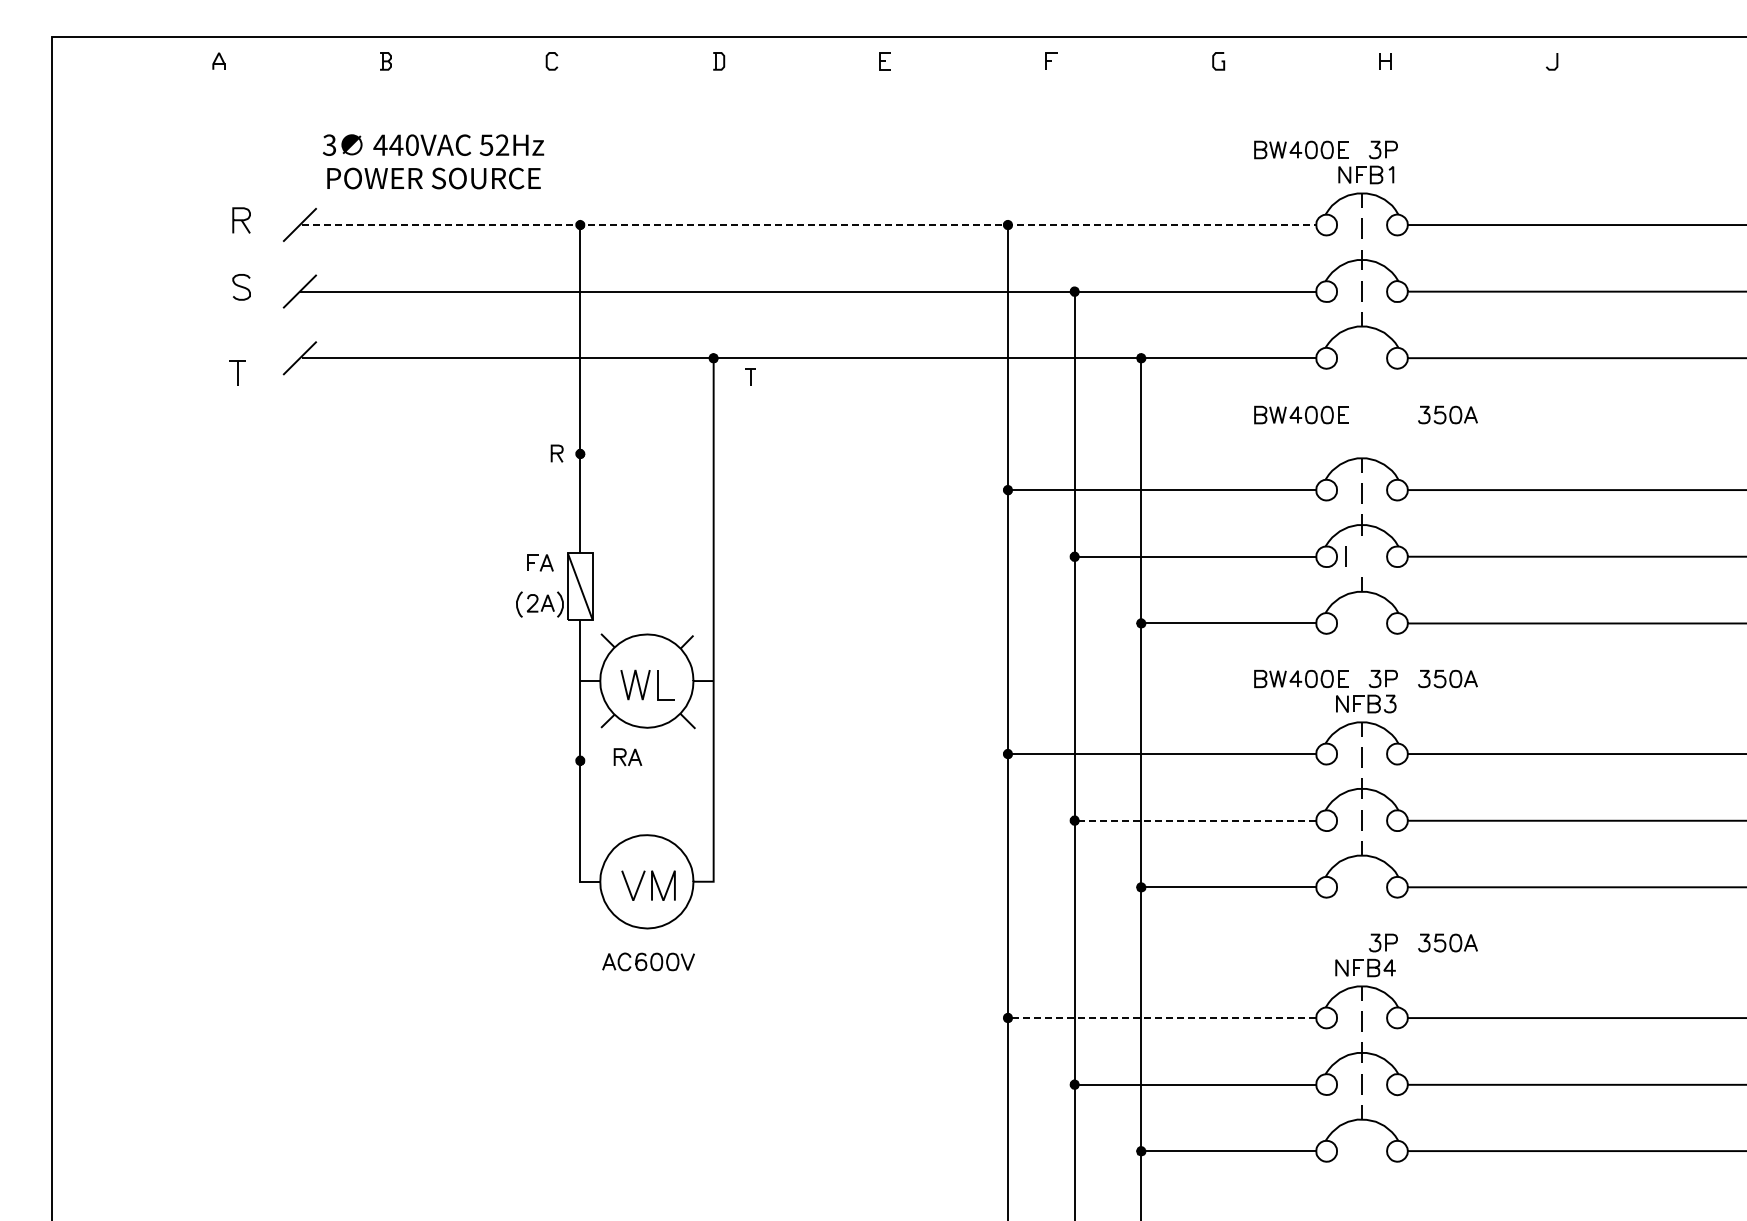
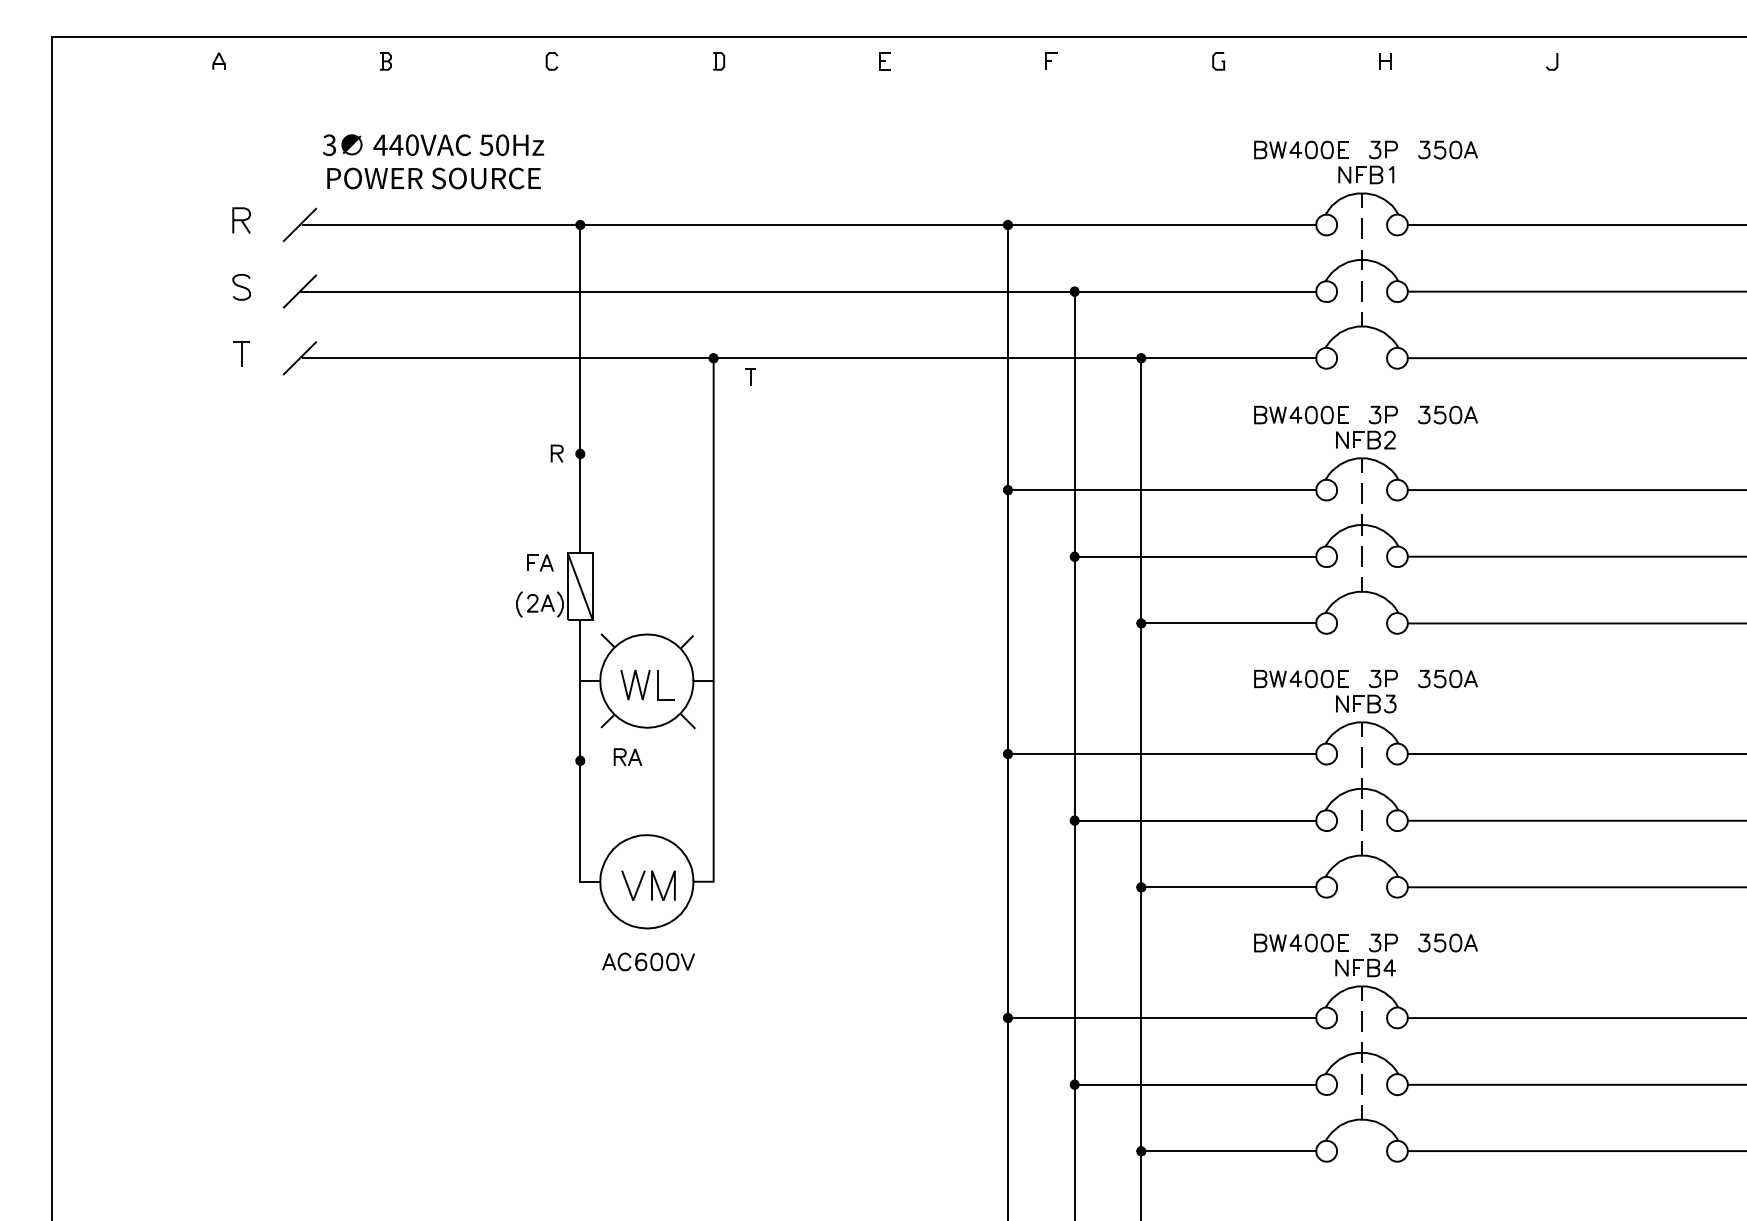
text at (502, 144): 52Hz -> 50Hz
part at (1447, 149): none -> present
line at (807, 225): dashed -> solid
part at (237, 372) position: (237, 372) -> (241, 353)
part at (1366, 427): none -> present
line at (1345, 556) position: (1345, 556) -> (1361, 556)
line at (1195, 820): dashed -> solid
part at (1301, 942): none -> present
line at (1161, 1018): dashed -> solid
